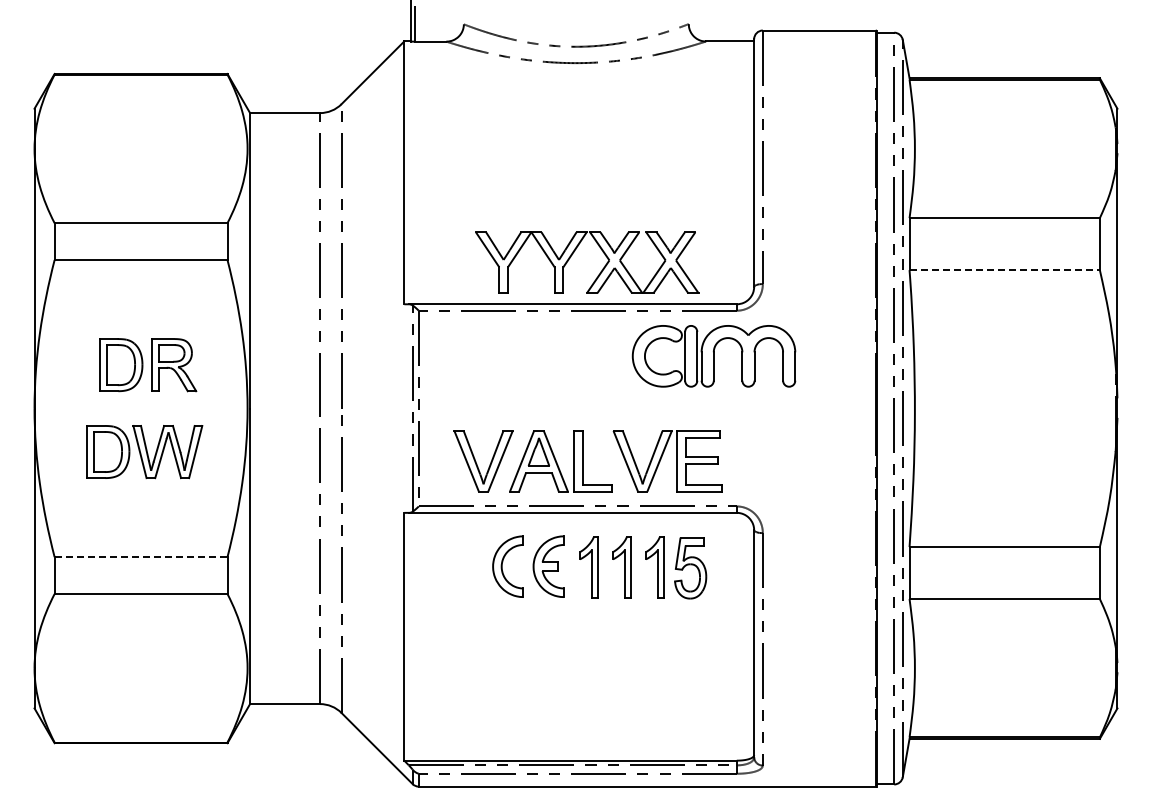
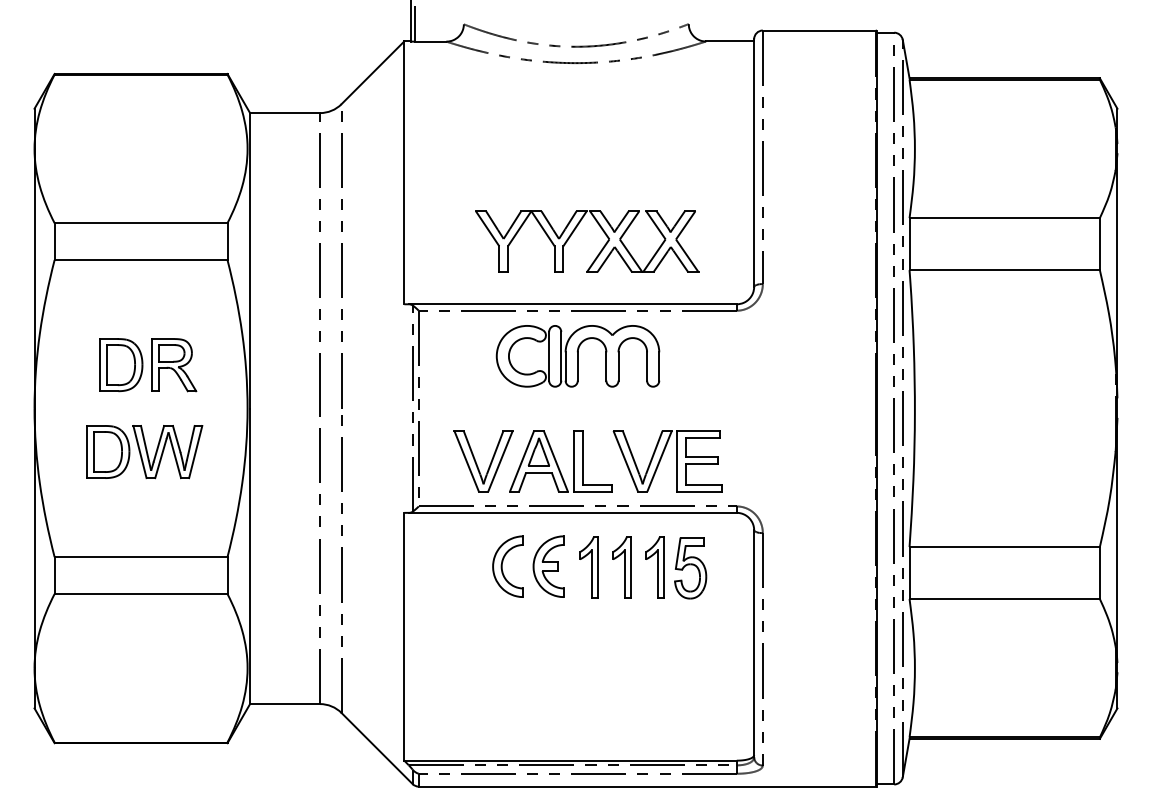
line at (1005, 270): dashed -> solid
part at (600, 271) position: (600, 271) -> (600, 250)
part at (713, 356) position: (713, 356) -> (577, 356)
line at (141, 557): dashed -> solid
